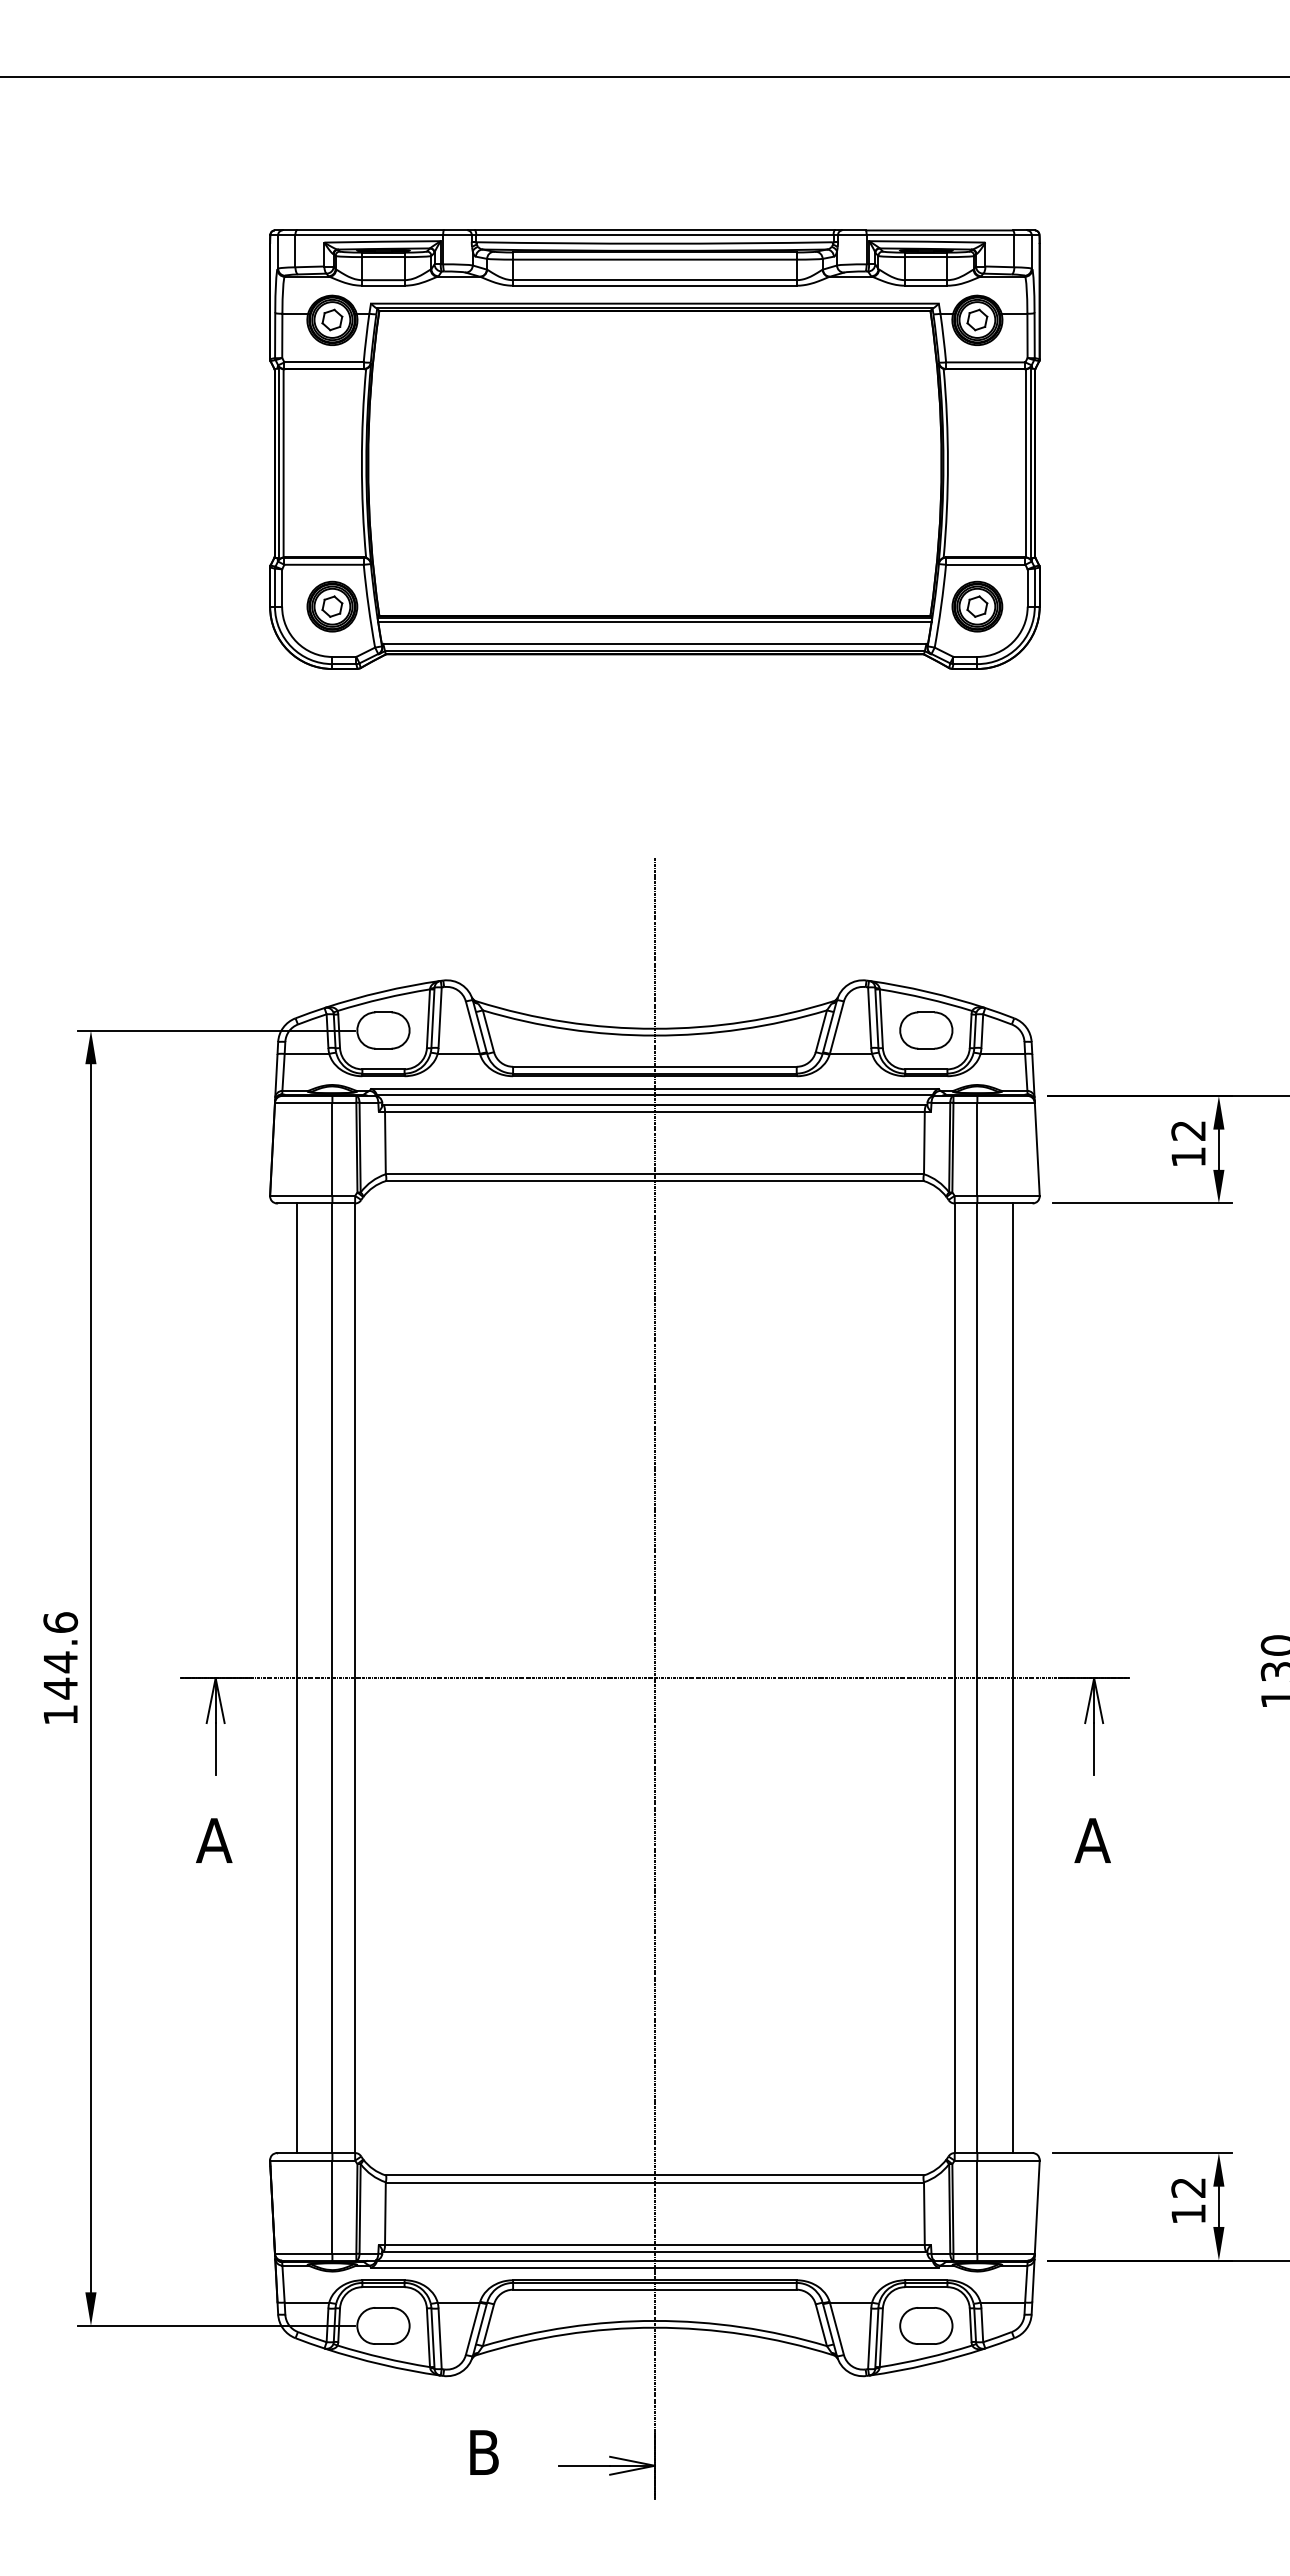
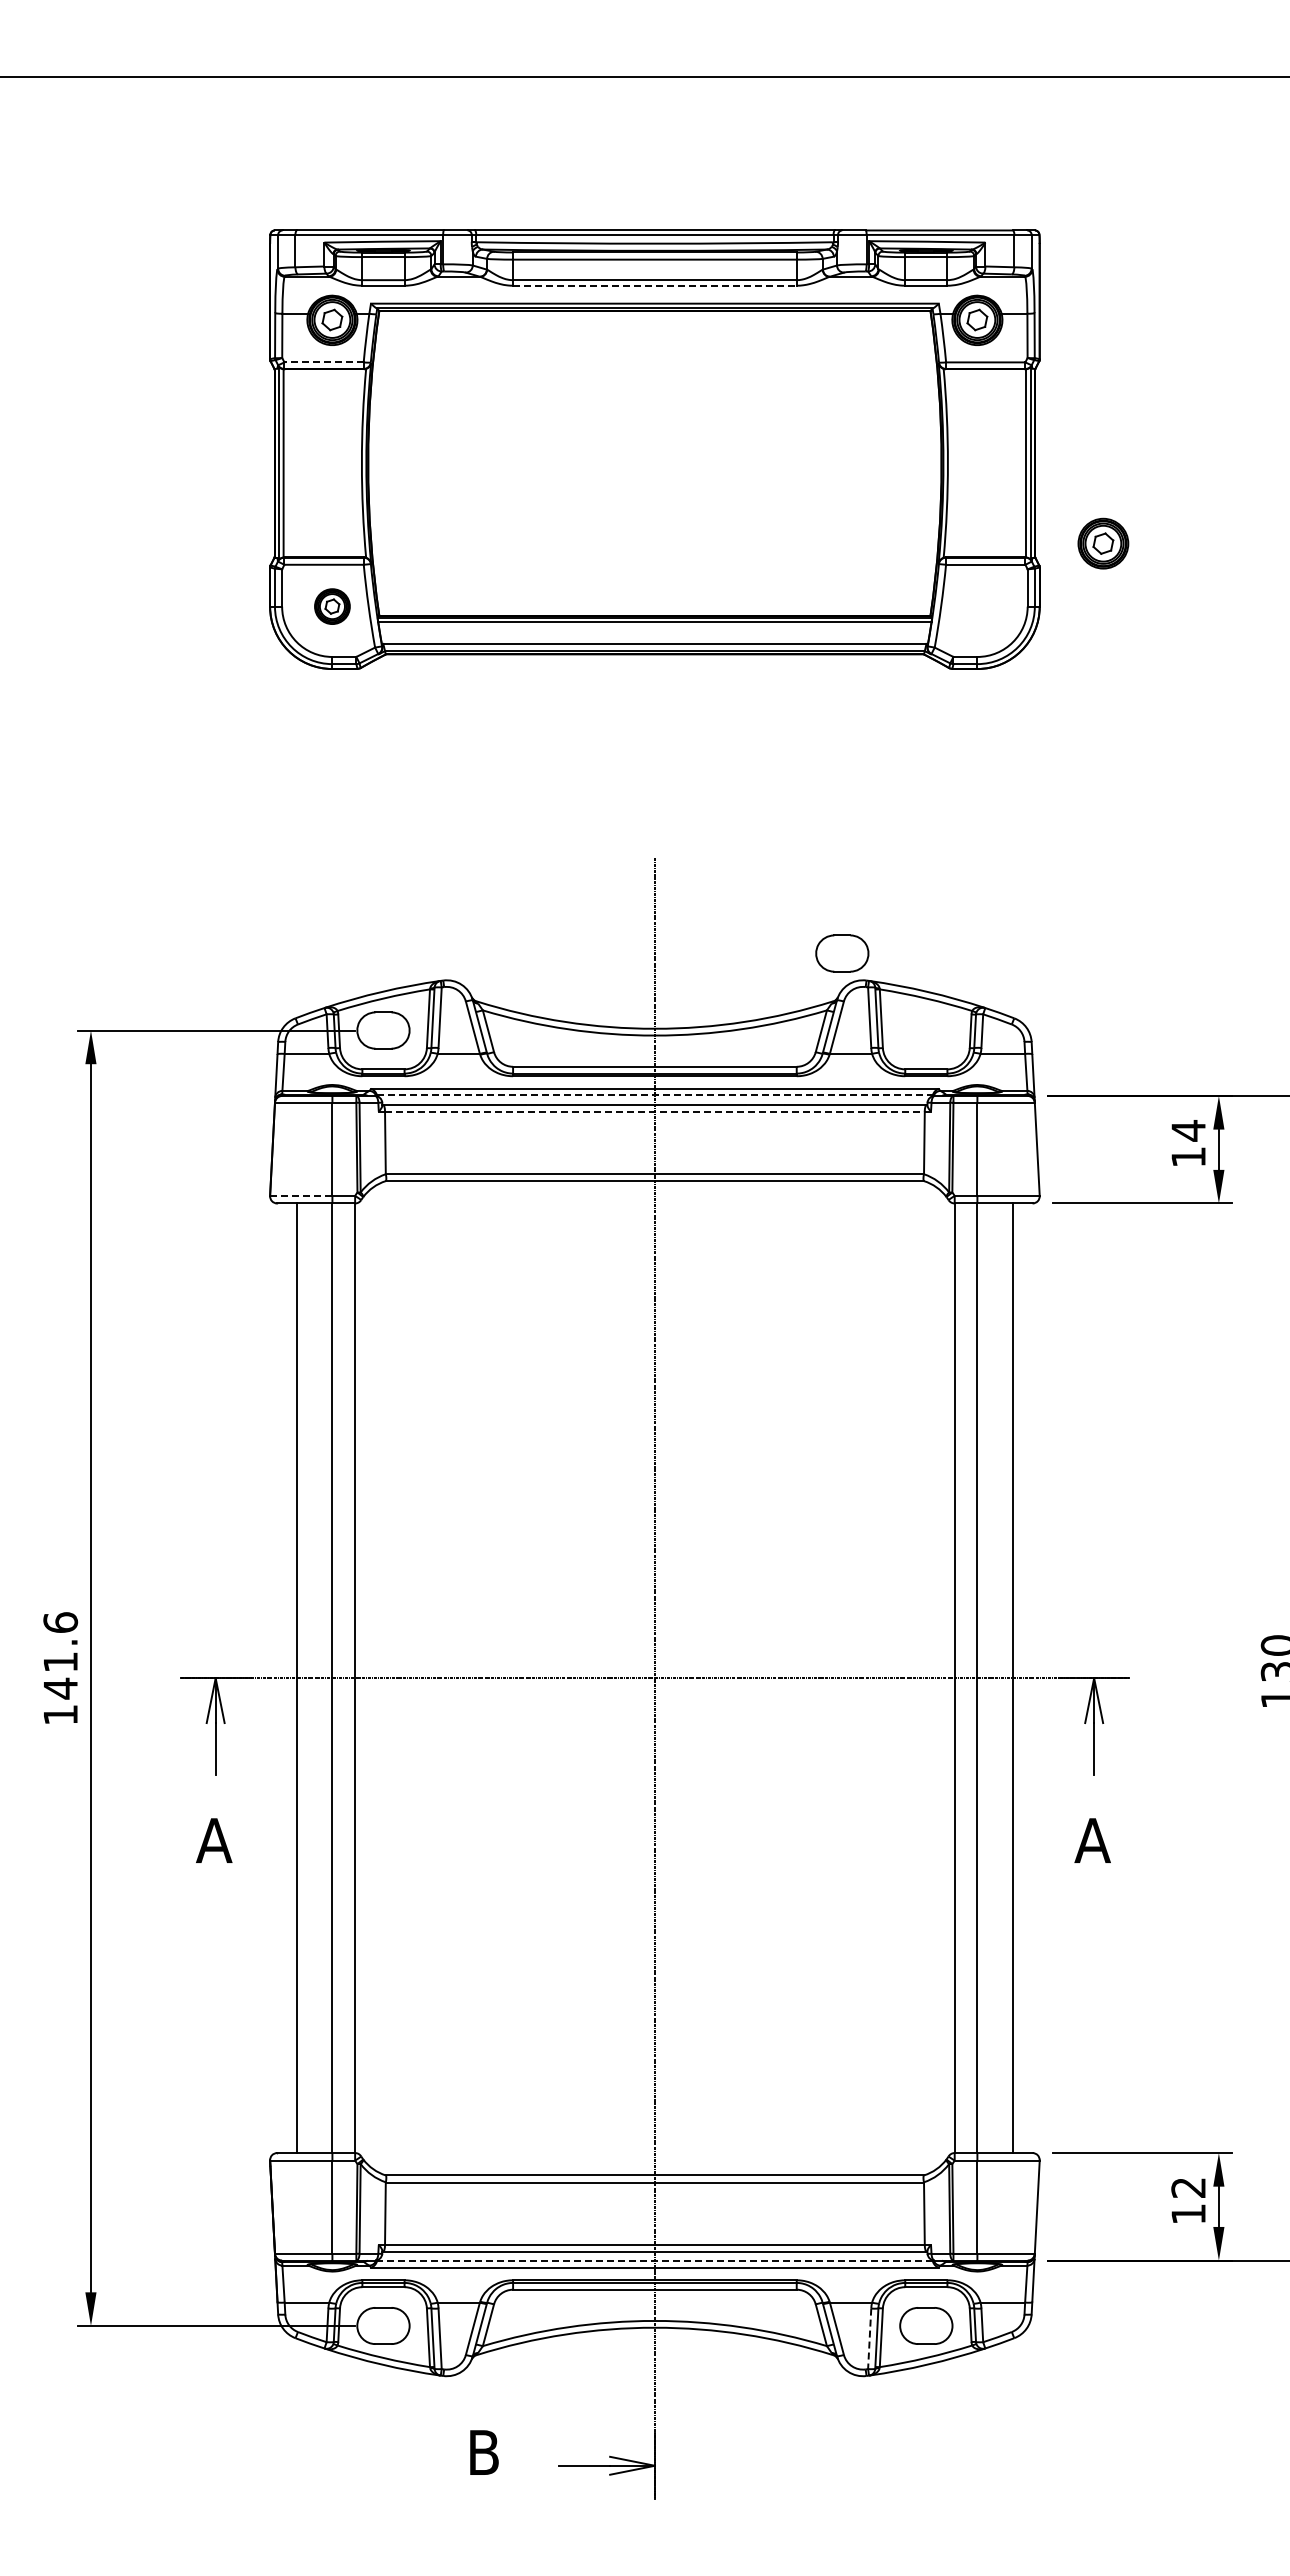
line at (654, 285): solid -> dashed
line at (324, 362): solid -> dashed
part at (332, 606) size: 53x53 px -> 37x37 px
part at (977, 606) position: (977, 606) -> (1103, 543)
part at (926, 1030) position: (926, 1030) -> (842, 953)
line at (654, 1095): solid -> dashed
line at (654, 1111): solid -> dashed
text at (1188, 1130): 12 -> 14
line at (301, 1195): solid -> dashed
text at (60, 1662): 144.6 -> 141.6
line at (654, 2261): solid -> dashed
line at (869, 2339): solid -> dashed
